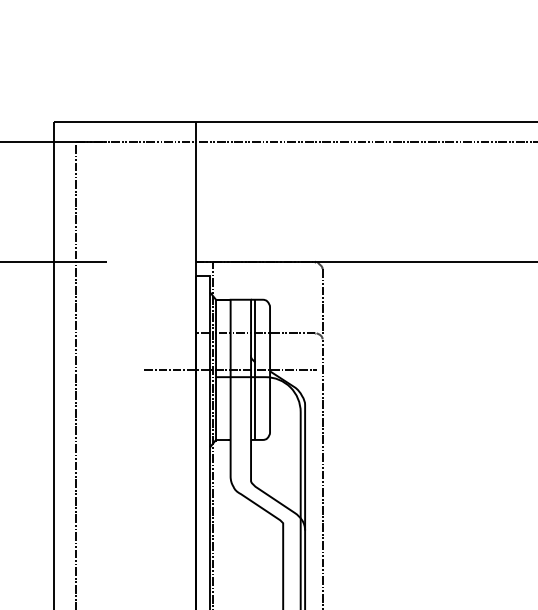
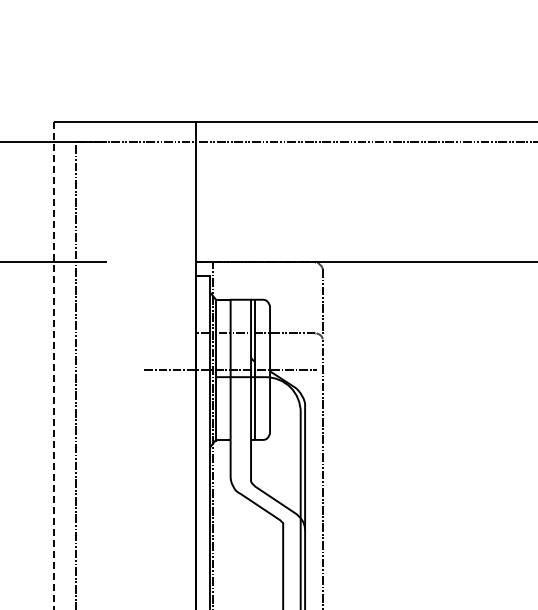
line at (54, 365): solid -> dashed
